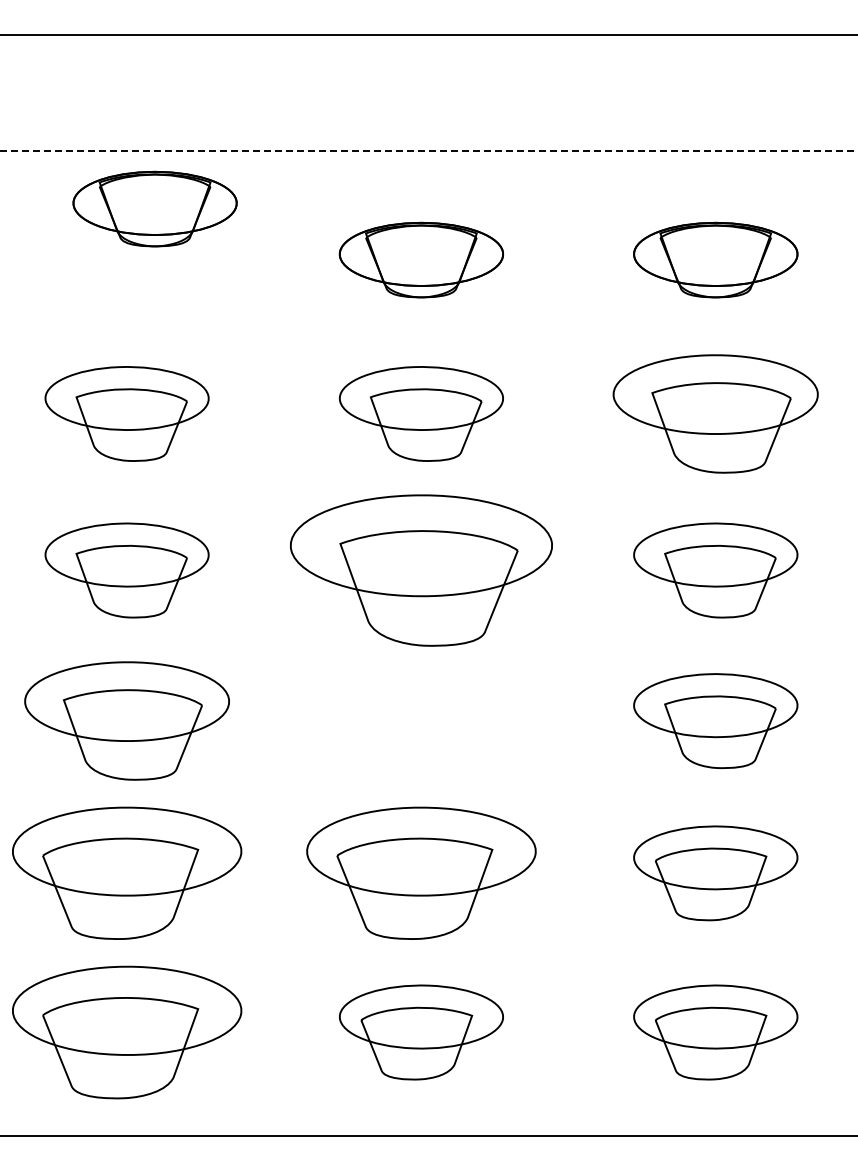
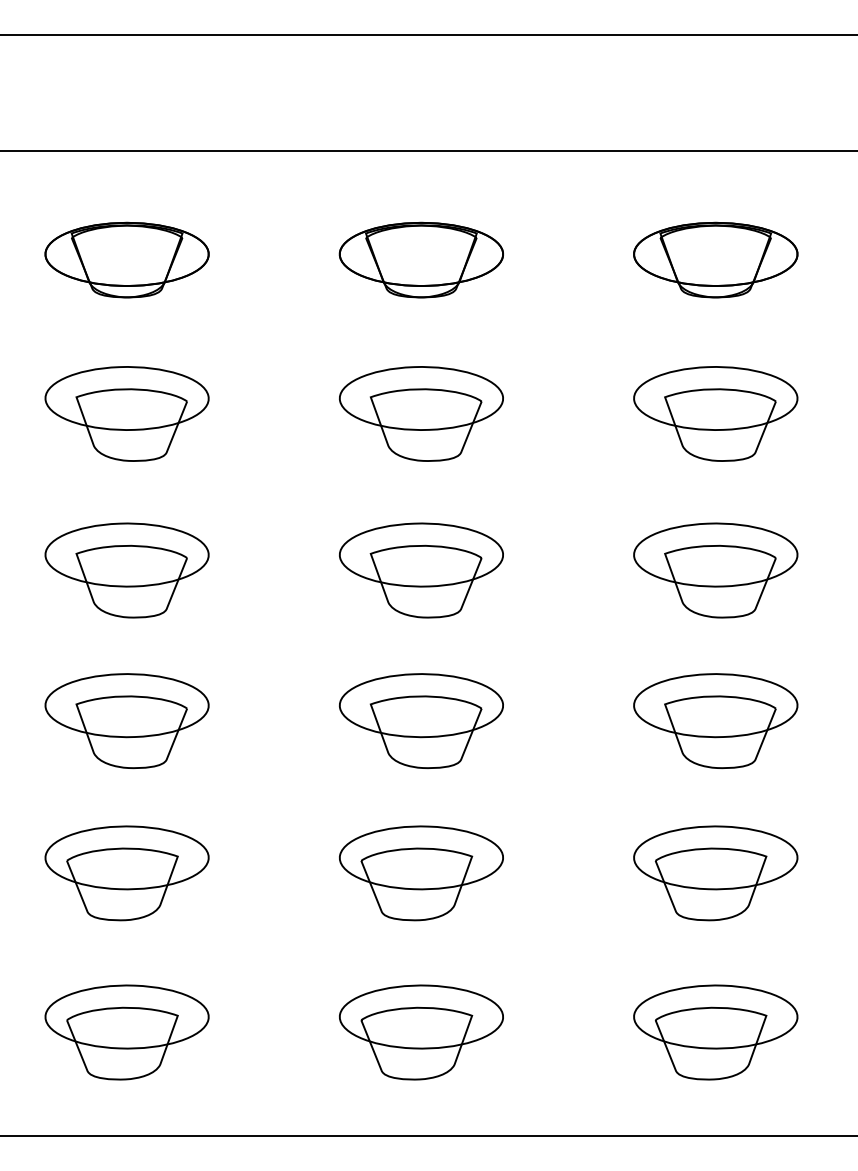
line at (429, 150): dashed -> solid
part at (154, 208) position: (154, 208) -> (126, 259)
part at (715, 413) size: 207x120 px -> 166x96 px
part at (421, 570) size: 263x153 px -> 165x97 px
part at (126, 720) size: 206x120 px -> 166x97 px
part at (421, 720): none -> present
part at (127, 872) size: 231x134 px -> 166x97 px
part at (421, 872) size: 231x134 px -> 165x97 px
part at (127, 1032) size: 231x135 px -> 166x97 px
